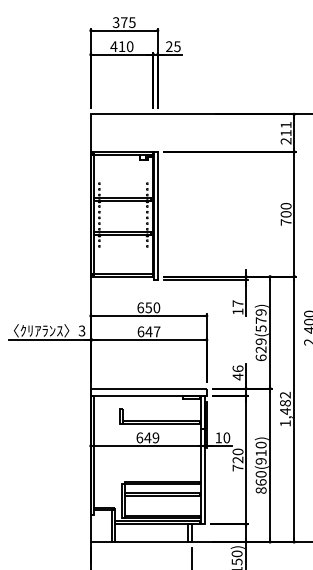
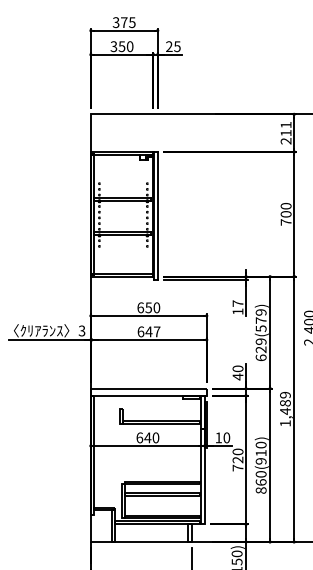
text at (117, 46): 410 -> 350
text at (237, 368): 46 -> 40
text at (285, 394): 1,482 -> 1,489
text at (155, 437): 649 -> 640
